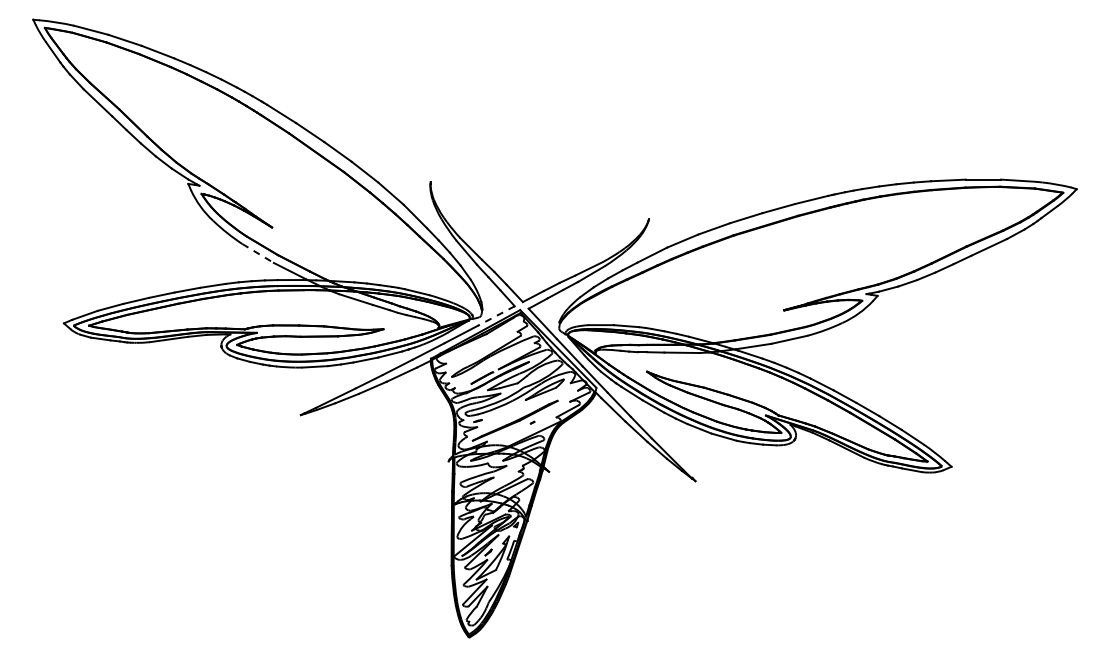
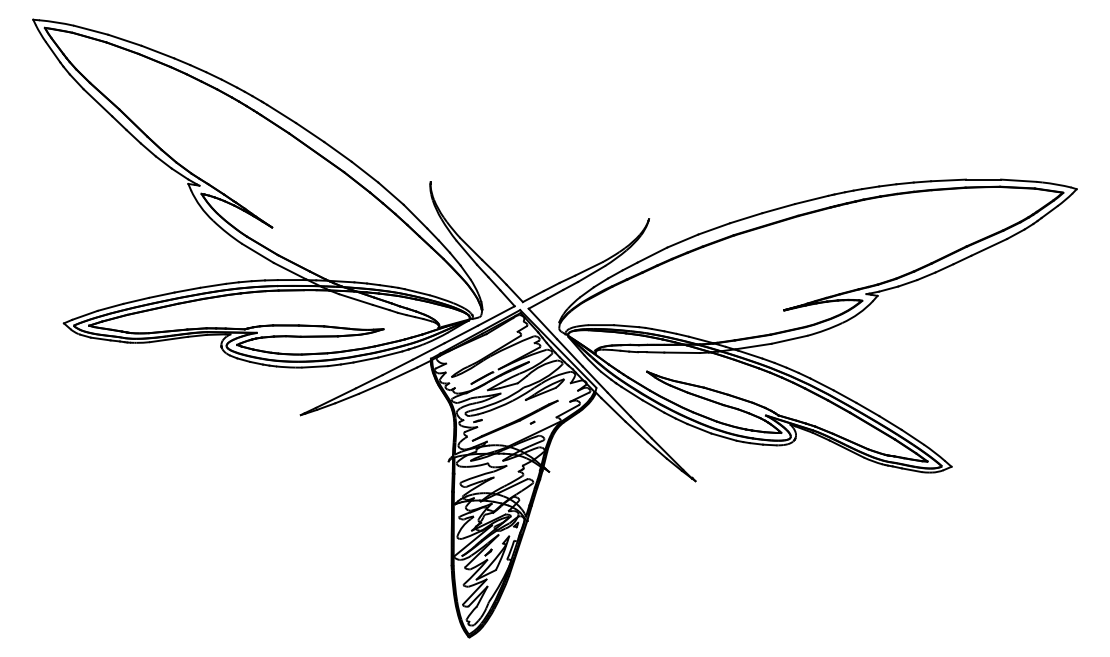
line at (258, 253): dashed -> solid
line at (496, 316): dashed -> solid
